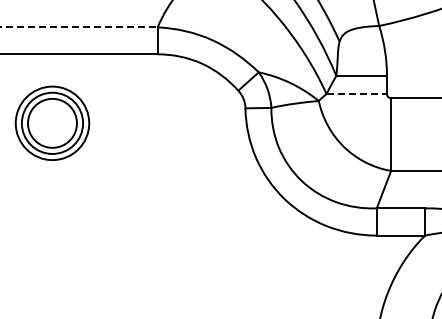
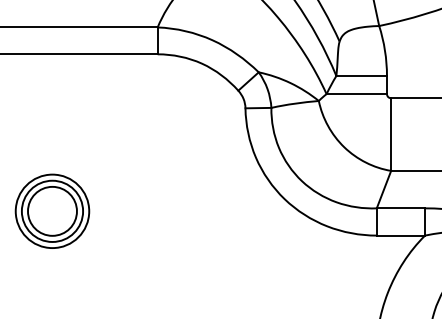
line at (79, 27): dashed -> solid
line at (357, 94): dashed -> solid
part at (52, 122) position: (52, 122) -> (52, 210)
